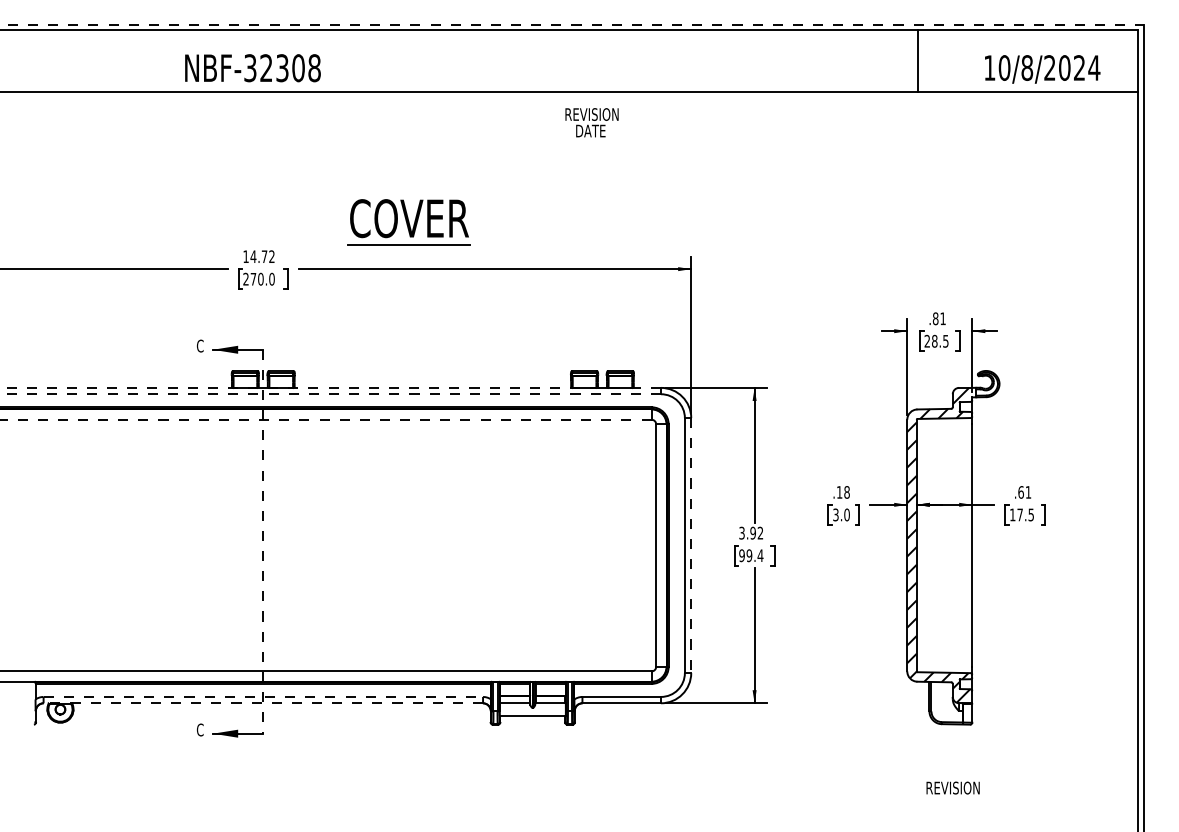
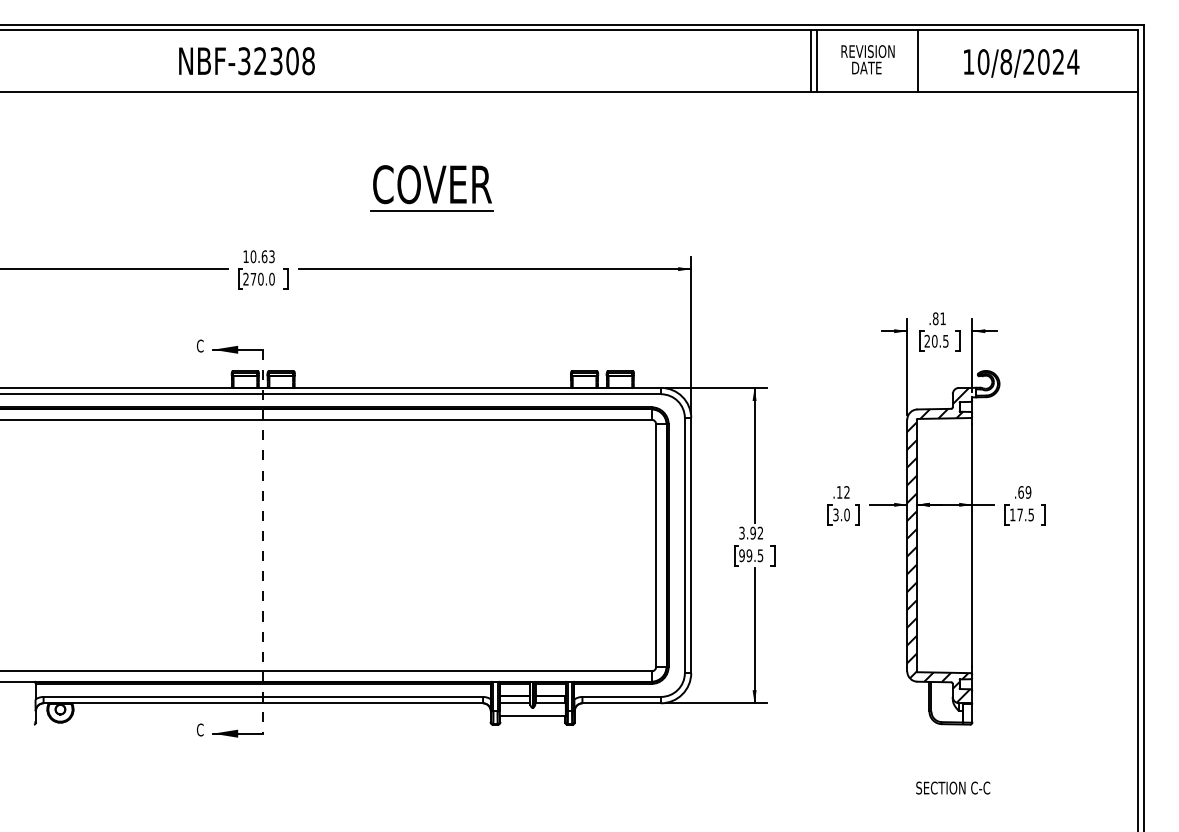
line at (572, 24): dashed -> solid
line at (810, 60): none -> present
line at (817, 60): none -> present
text at (252, 68) position: (252, 68) -> (246, 61)
text at (1042, 69) position: (1042, 69) -> (1021, 63)
text at (591, 122) position: (591, 122) -> (867, 59)
part at (408, 222) position: (408, 222) -> (431, 188)
text at (262, 256): 14.72 -> 10.63
text at (934, 341): 28.5 -> 20.5
line at (331, 387): dashed -> solid
line at (330, 394): dashed -> solid
line at (325, 419): dashed -> solid
text at (846, 492): .18 -> .12
text at (1028, 492): .61 -> .69
line at (691, 545): dashed -> solid
text at (760, 555): 99.4 -> 99.5
line at (263, 696): dashed -> solid
line at (263, 703): dashed -> solid
text at (953, 787): REVISION -> SECTION C-C
